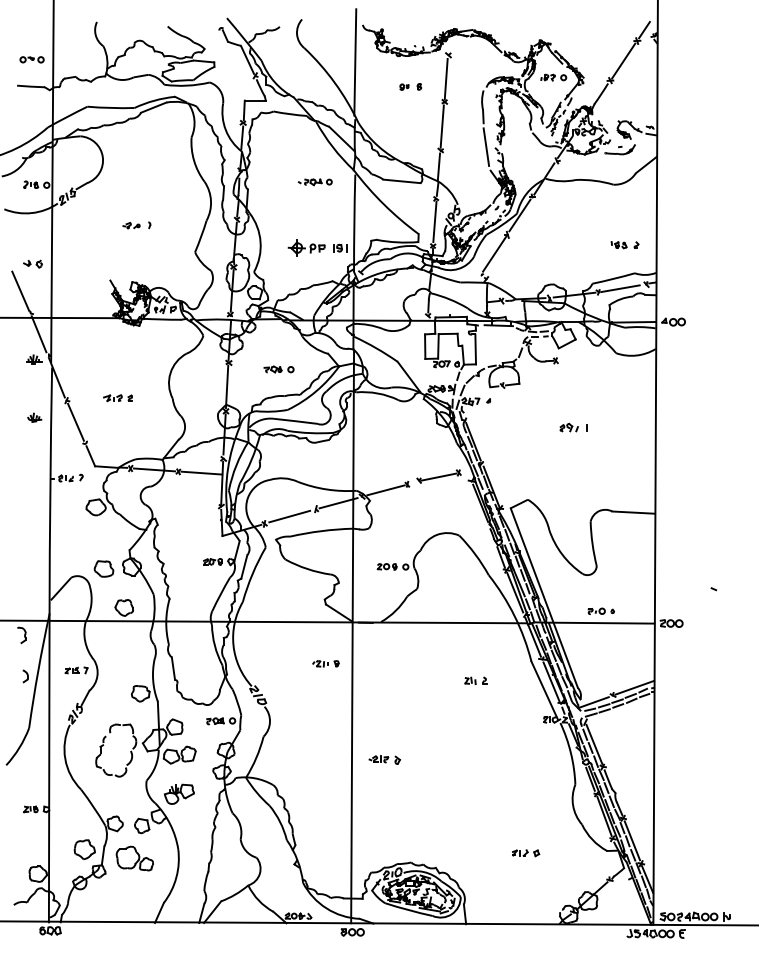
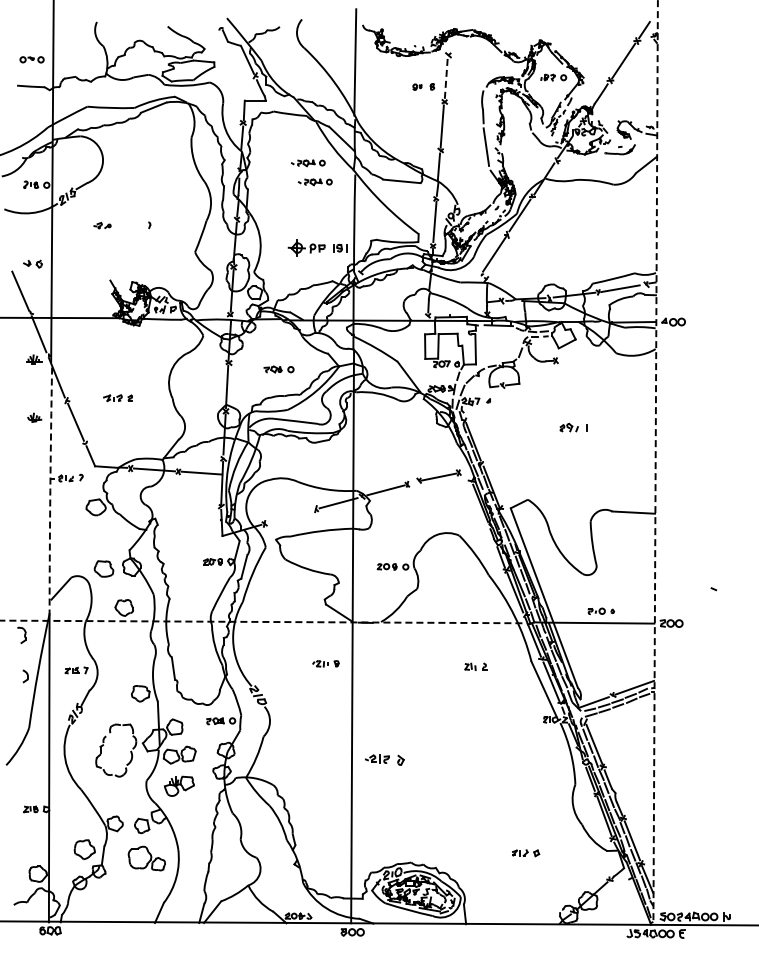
line at (446, 79): solid -> dashed
part at (410, 86) position: (410, 86) -> (423, 86)
part at (307, 163): none -> present
part at (131, 225) position: (131, 225) -> (102, 225)
part at (624, 245): present -> none
line at (655, 462): solid -> dashed
arc at (50, 490): solid -> dashed
line at (289, 516): present -> none
line at (263, 621): solid -> dashed
part at (475, 680) position: (475, 680) -> (475, 666)
part at (384, 759) size: 33x10 px -> 40x12 px
part at (179, 793) position: (179, 793) -> (179, 785)
part at (134, 858) position: (134, 858) -> (146, 858)
